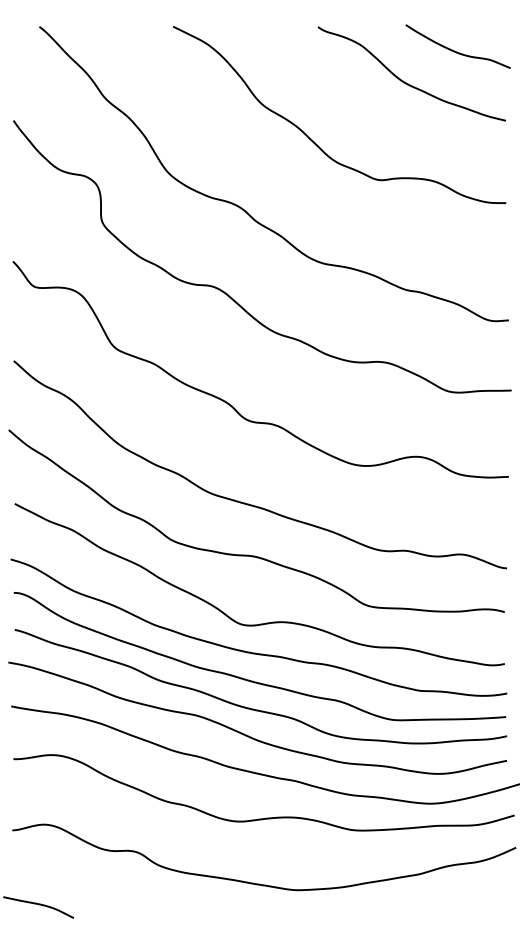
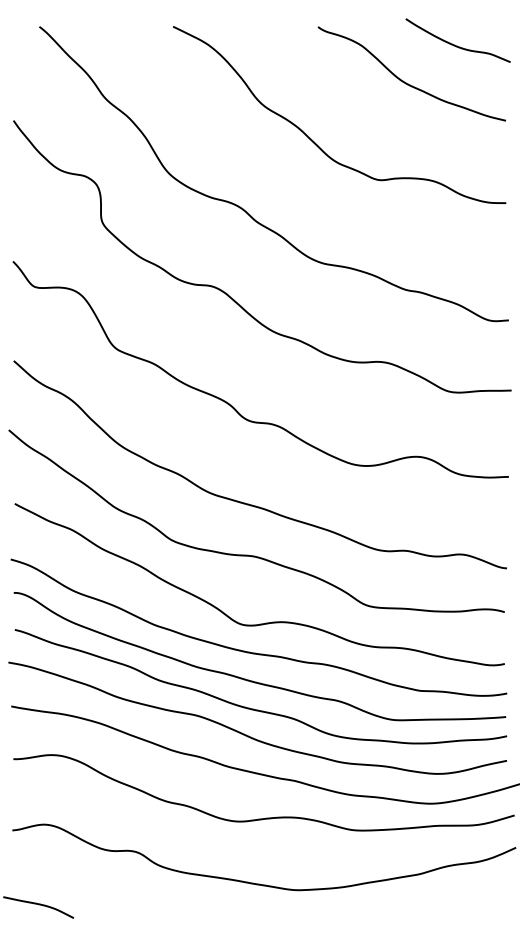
curve at (454, 50) position: (454, 50) -> (454, 44)
